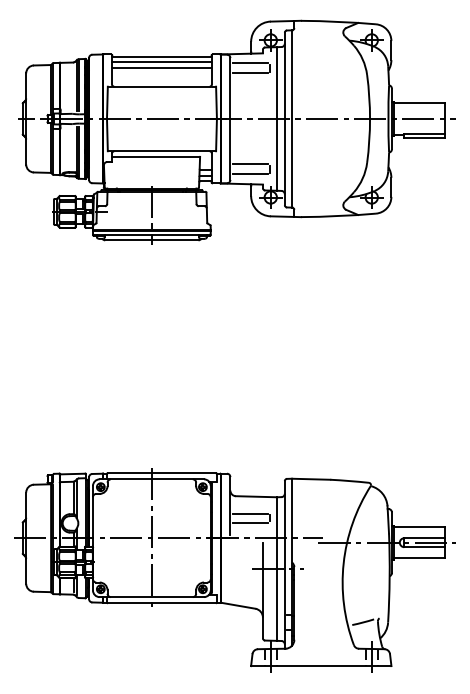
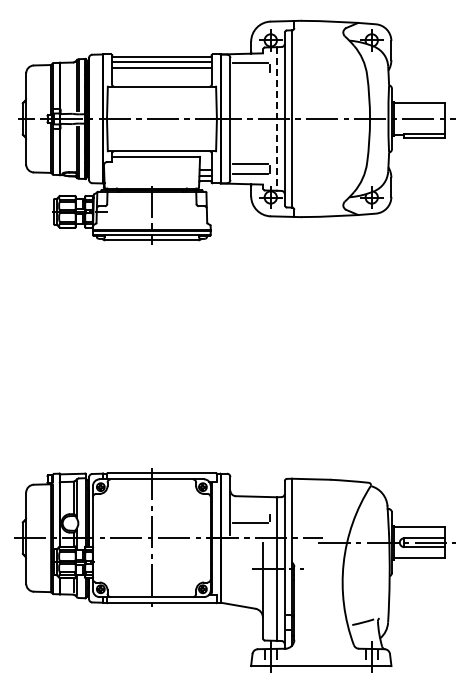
line at (249, 73): present -> none
line at (276, 118): solid -> dashed
line at (249, 513): present -> none
